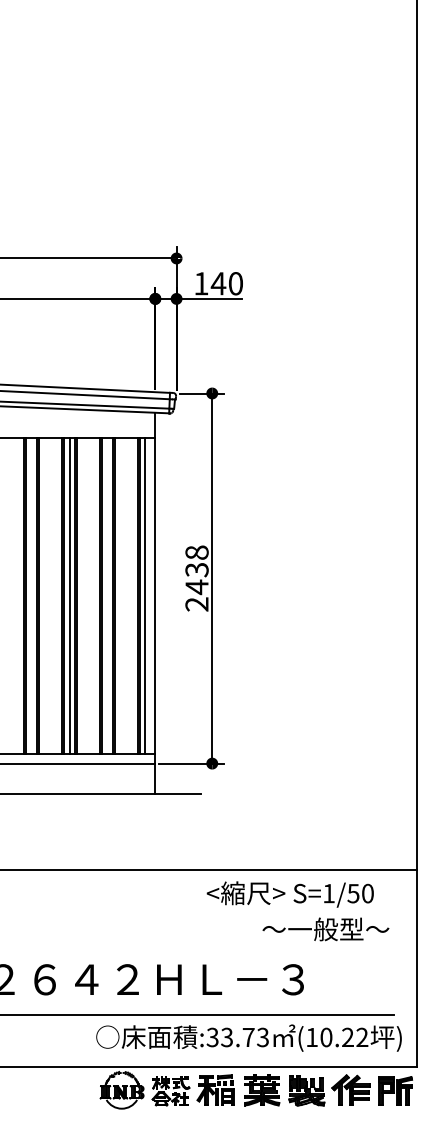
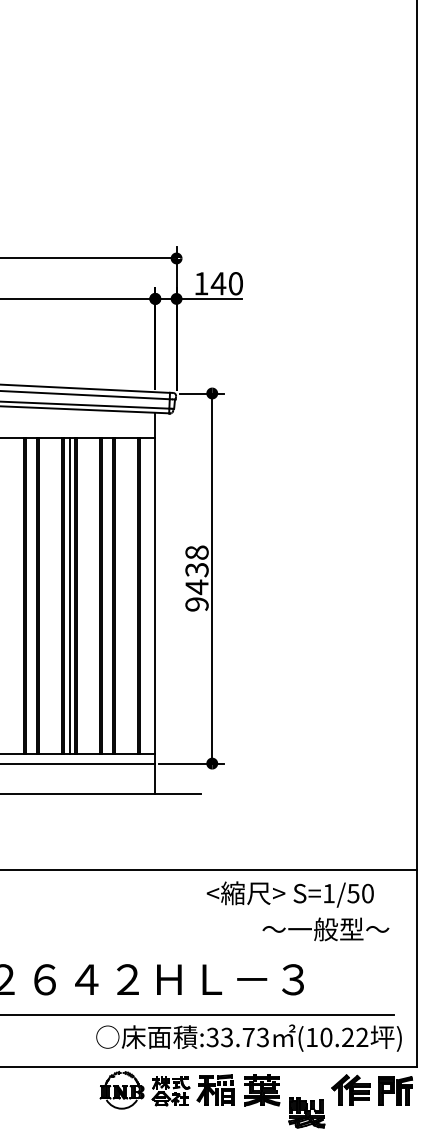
line at (145, 595): present -> none
text at (196, 604): 2438 -> 9438
part at (306, 1090) position: (306, 1090) -> (306, 1112)
